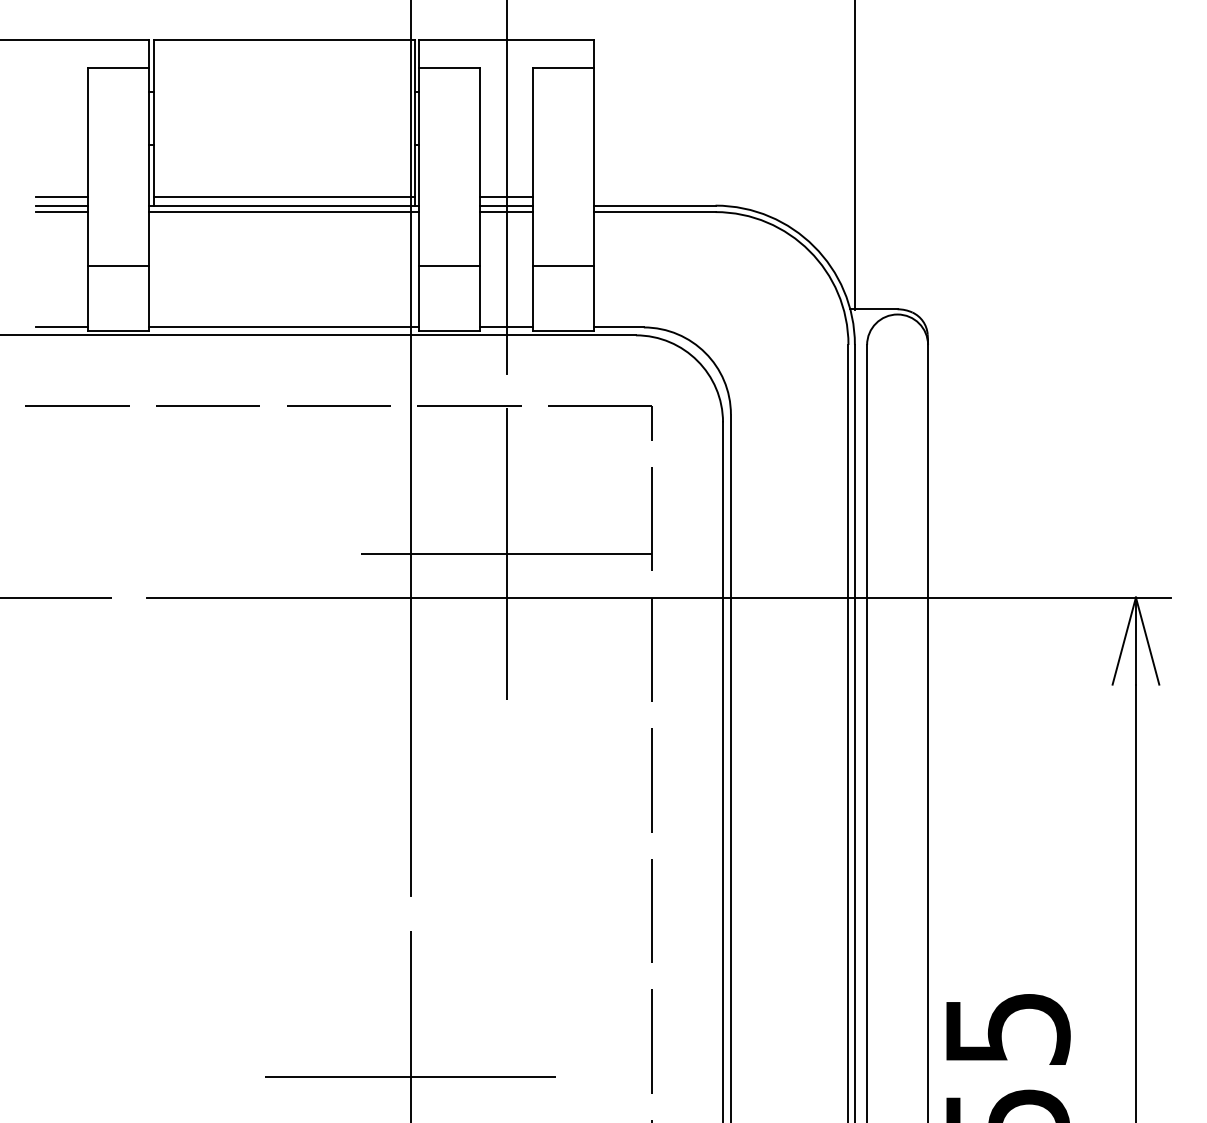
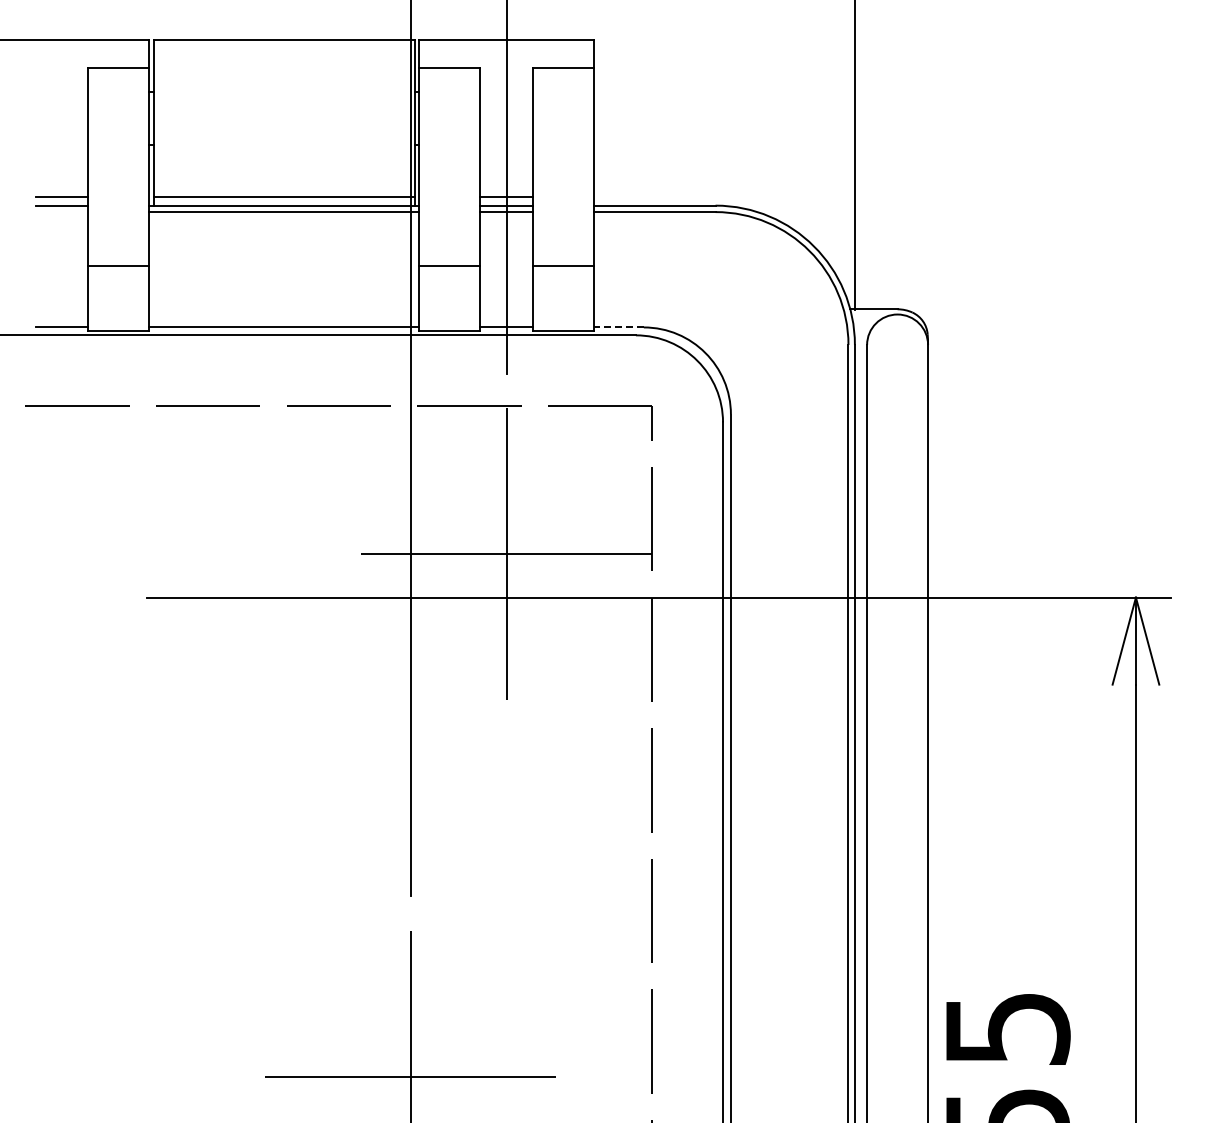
line at (62, 212): present -> none
line at (618, 327): solid -> dashed
line at (57, 597): present -> none
